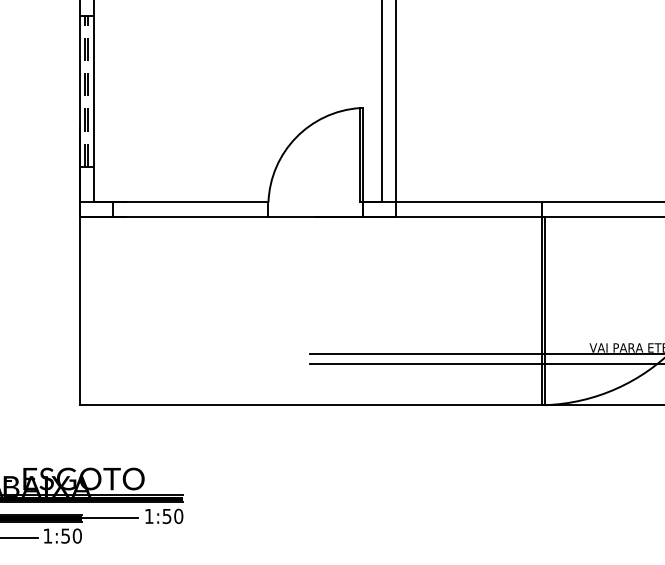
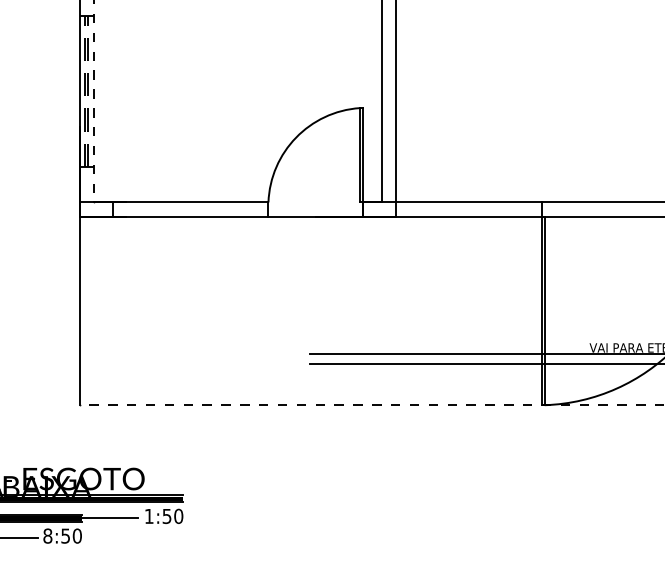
line at (93, 101): solid -> dashed
line at (371, 405): solid -> dashed
text at (47, 535): 1:50 -> 8:50
